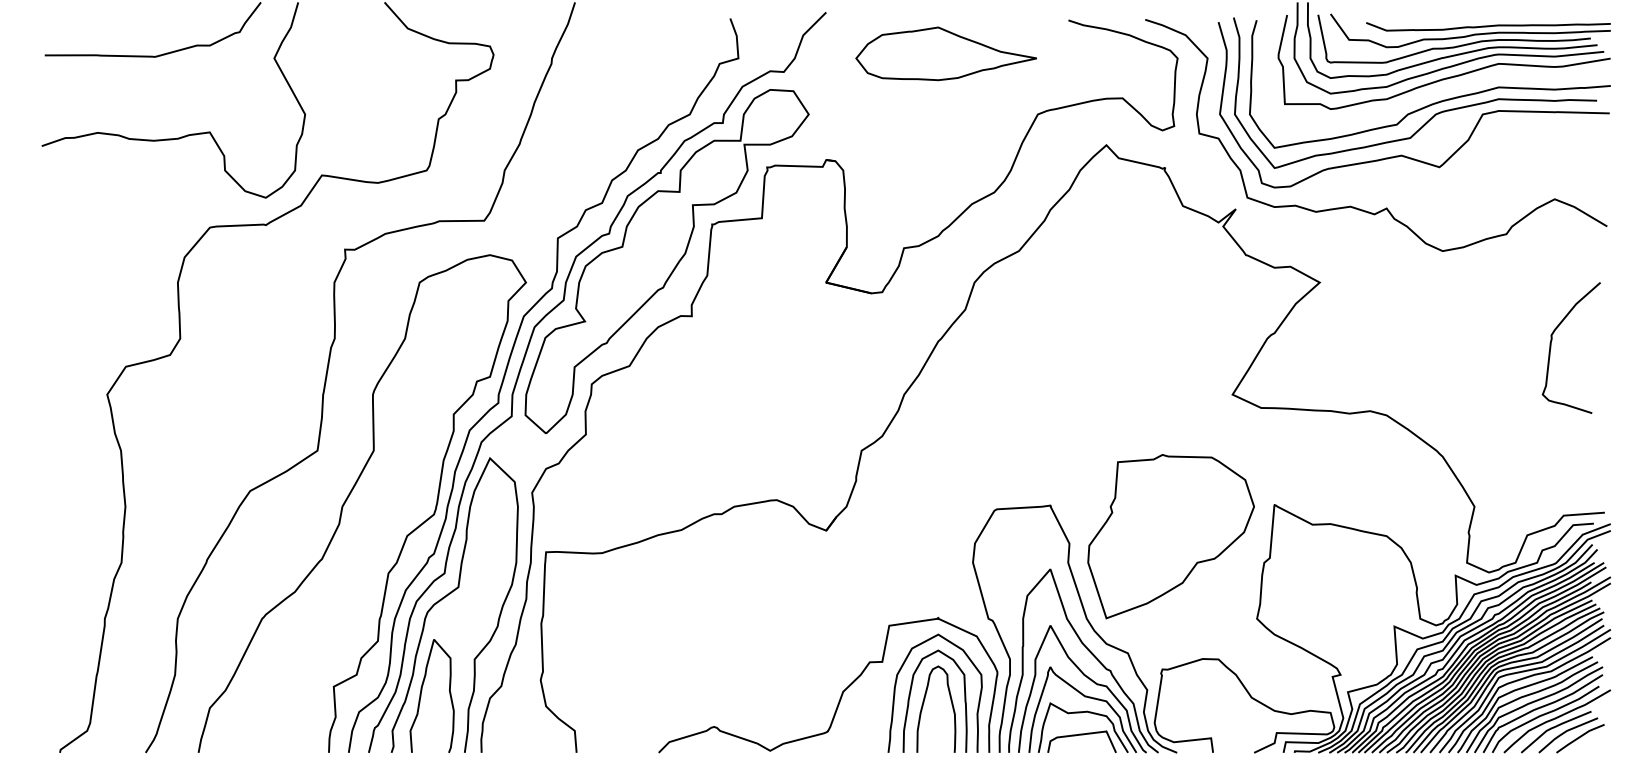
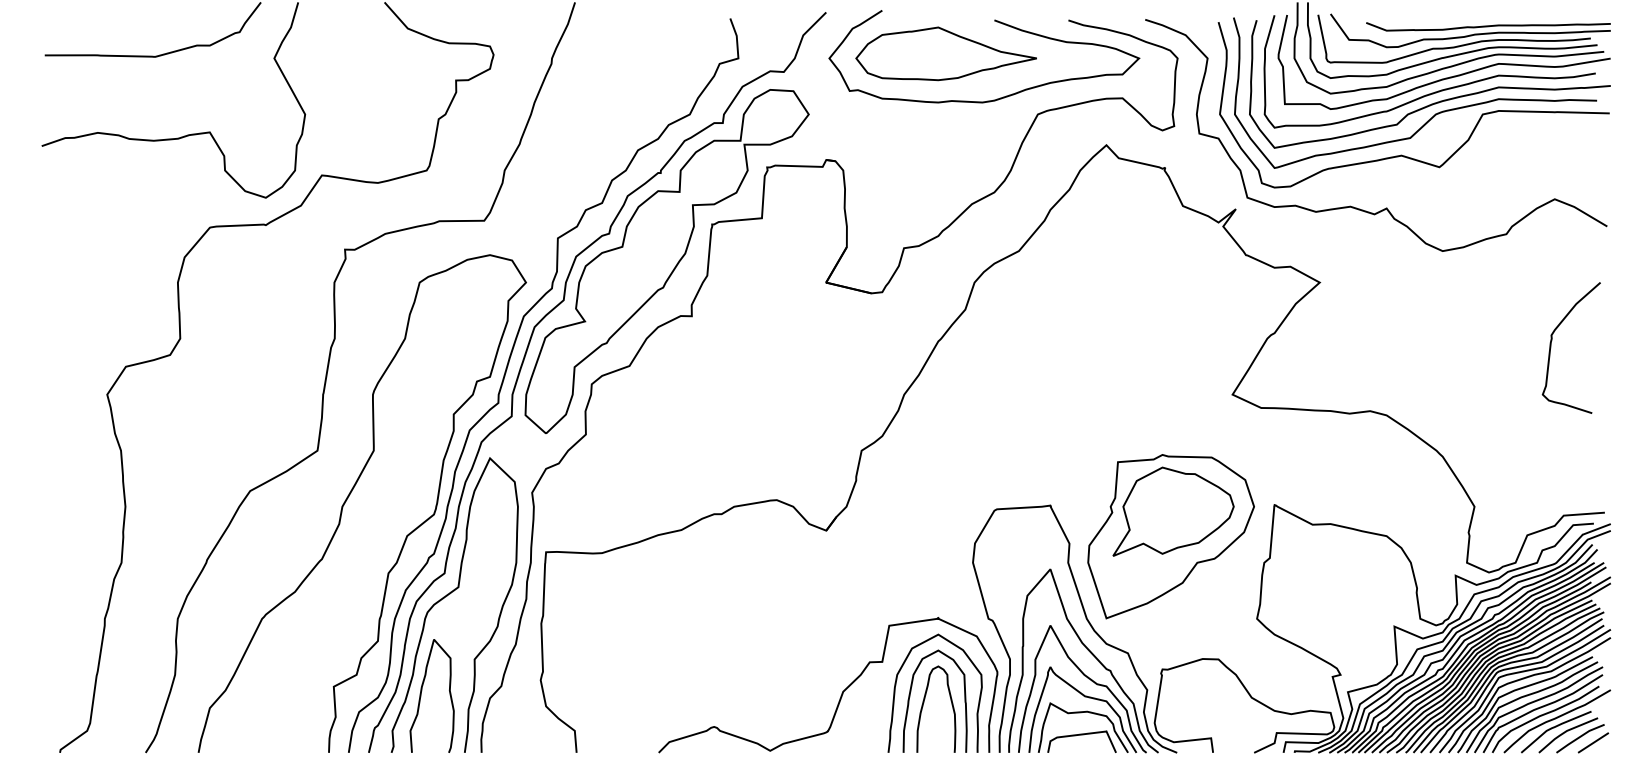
curve at (999, 23): none -> present
curve at (1435, 91): none -> present
part at (1173, 511): none -> present
line at (1593, 742): none -> present
